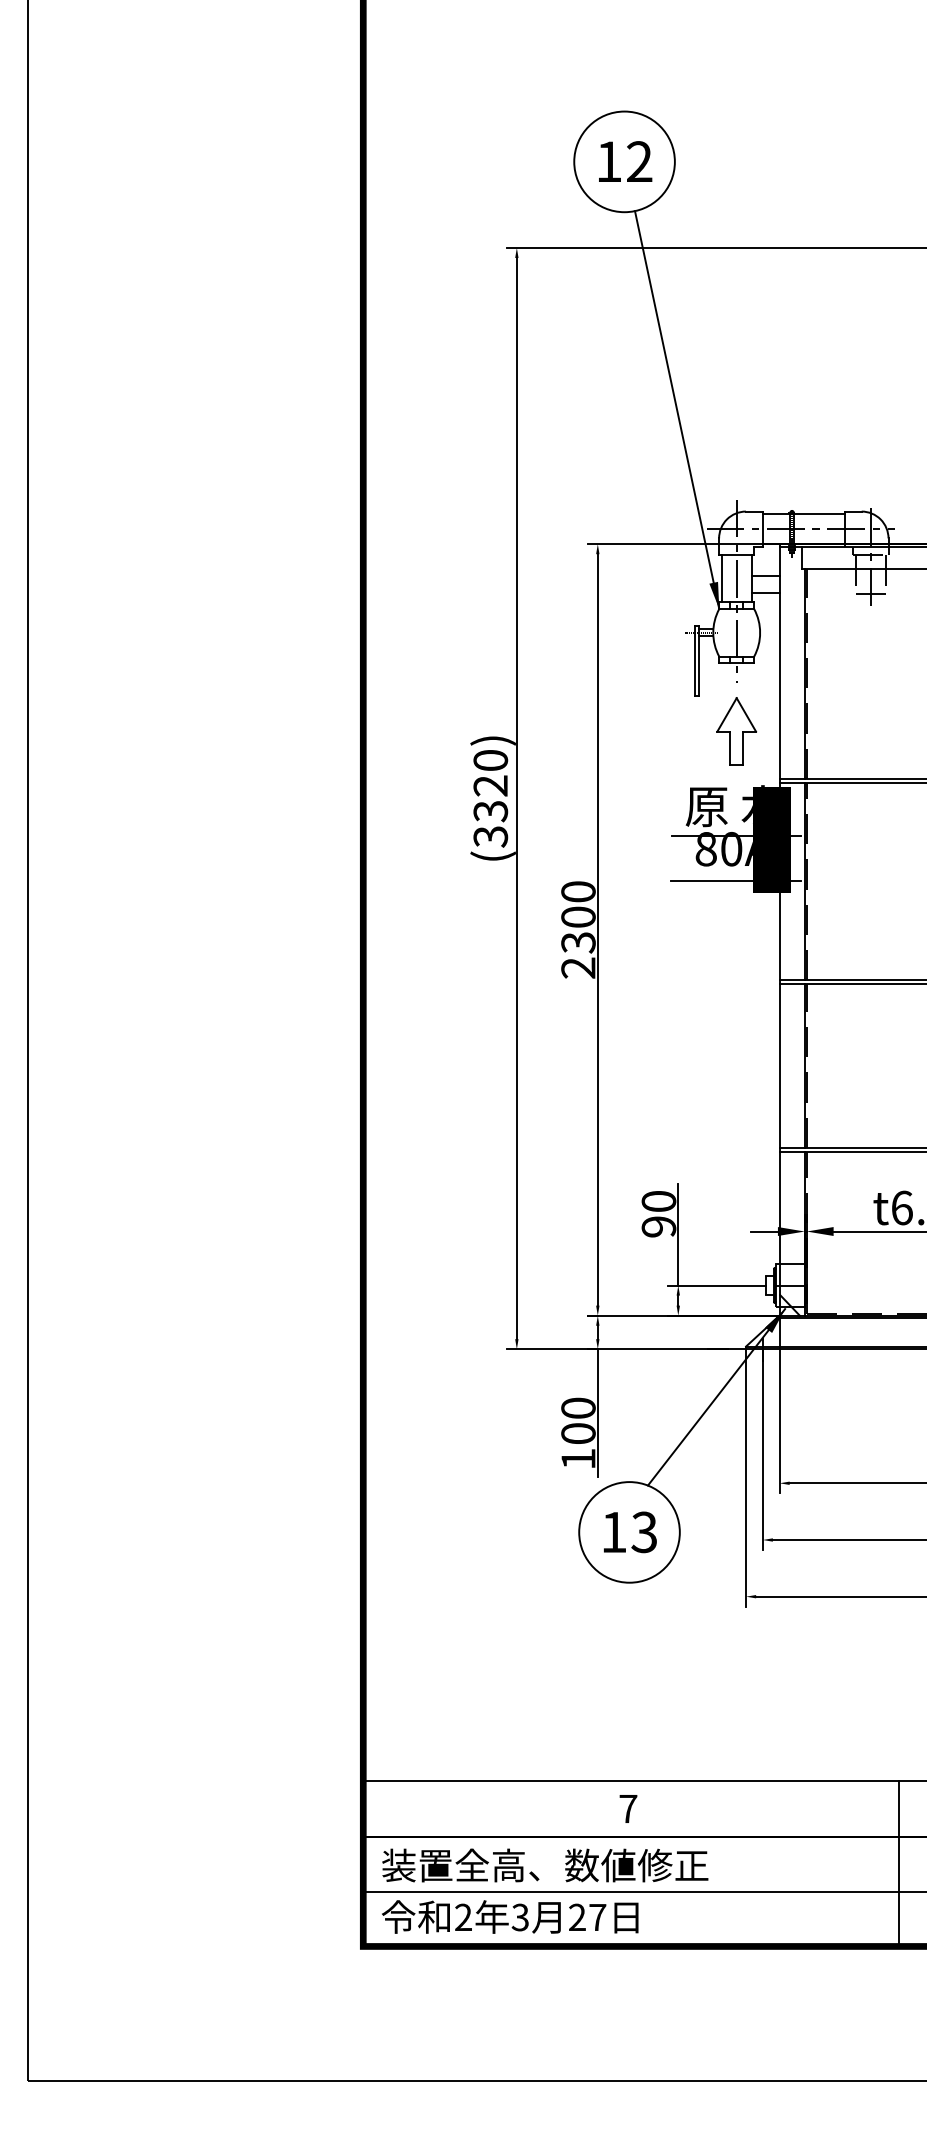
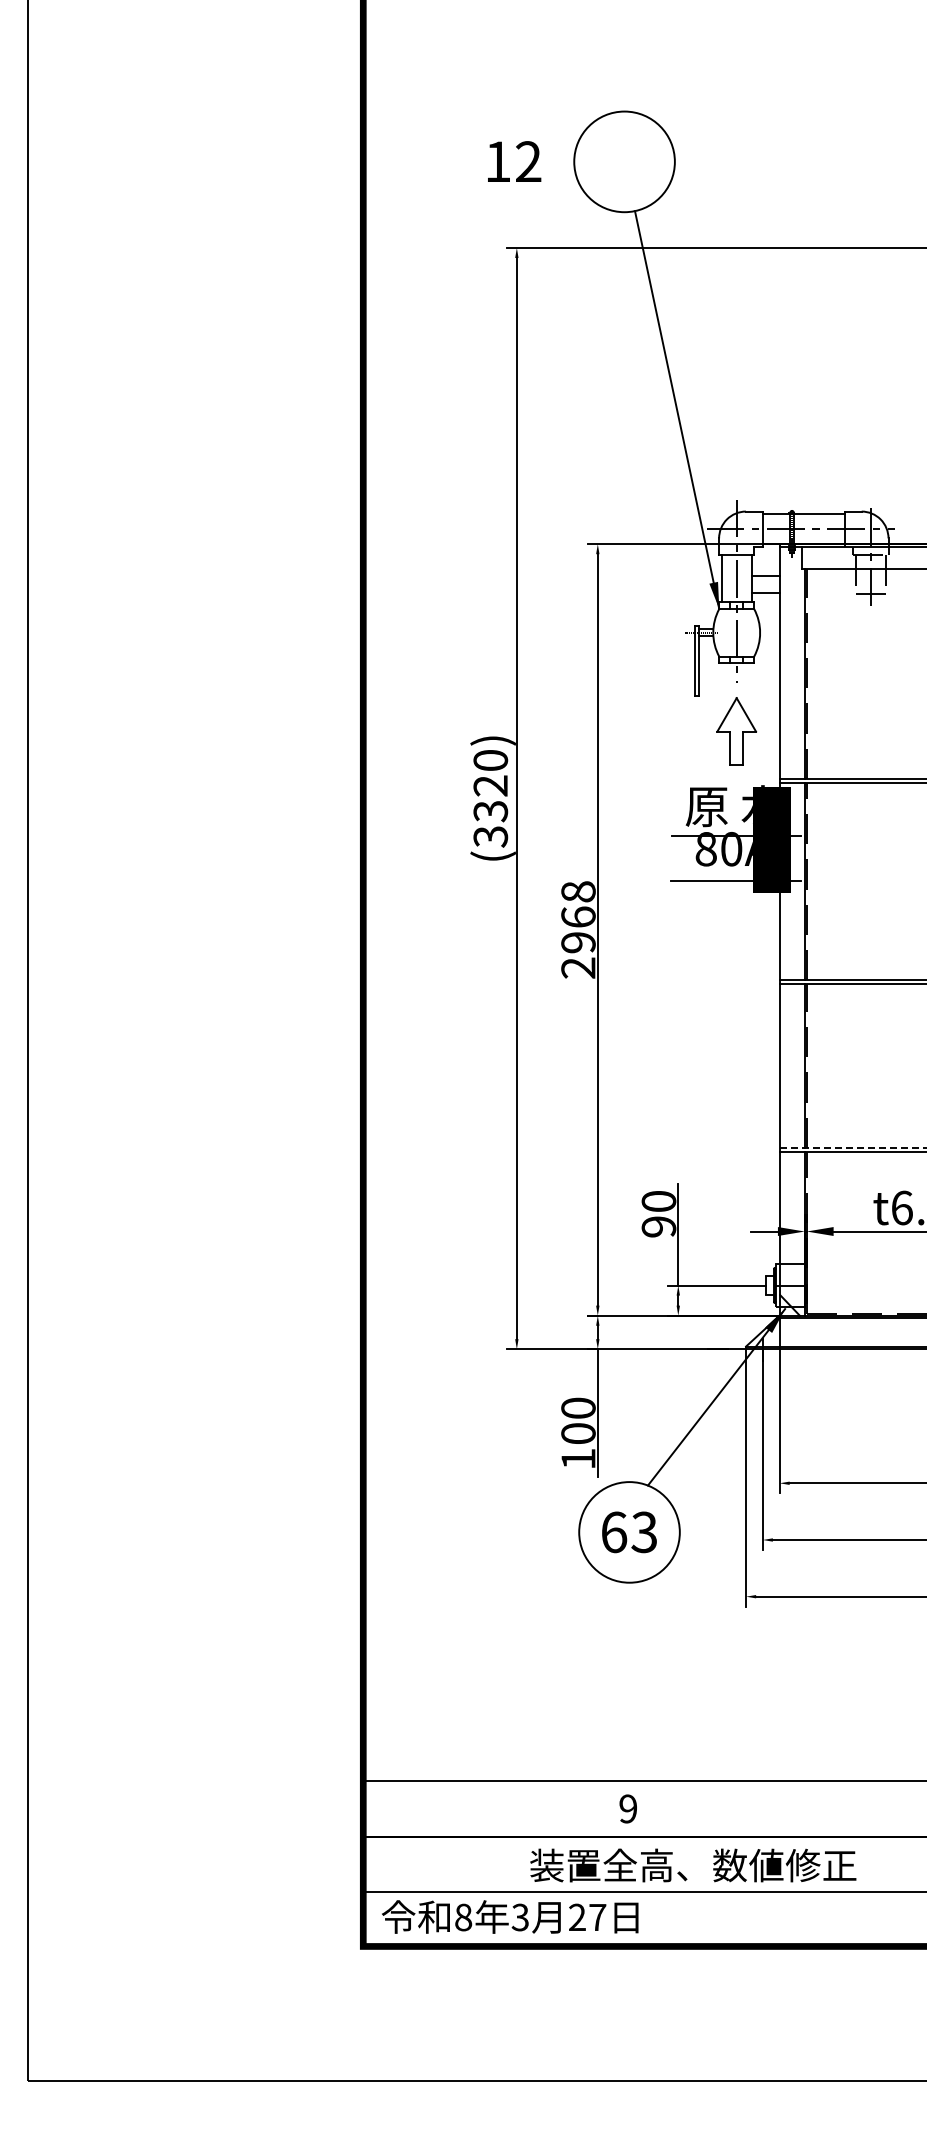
text at (625, 161) position: (625, 161) -> (514, 161)
text at (578, 917): 2300 -> 2968
line at (853, 1147): solid -> dashed
text at (614, 1532): 13 -> 63
text at (628, 1808): 7 -> 9
line at (898, 1863): present -> none
text at (545, 1865) position: (545, 1865) -> (693, 1865)
text at (463, 1917): 2 -> 8
